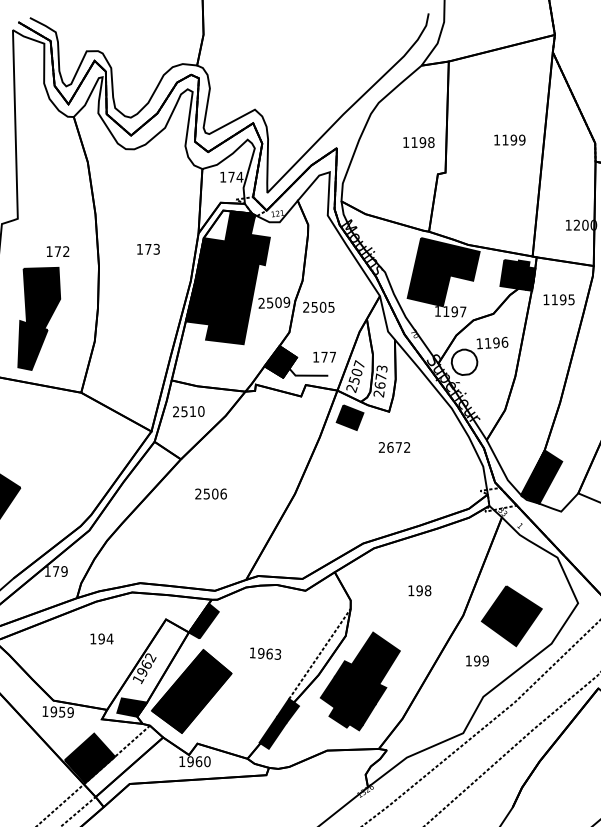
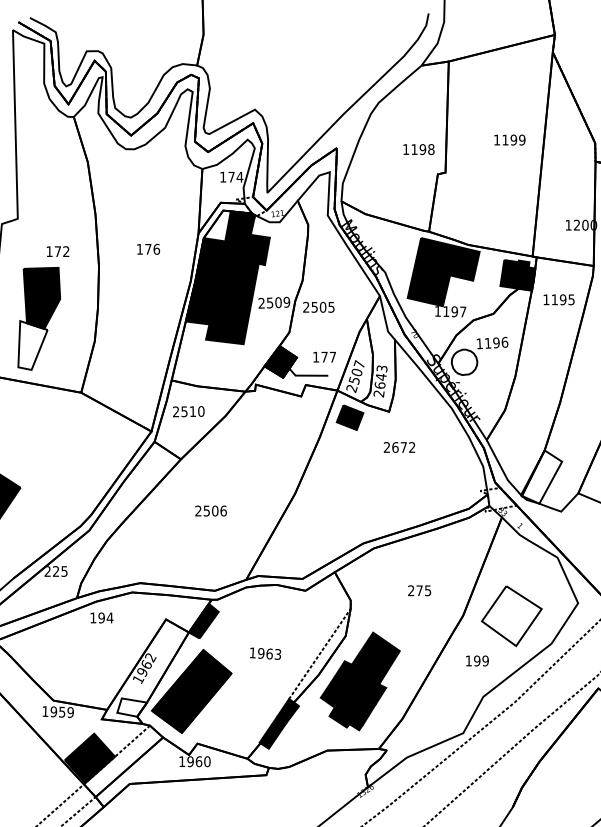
text at (418, 142) position: (418, 142) -> (418, 149)
text at (156, 248): 173 -> 176
fill at (32, 345): present -> none
text at (380, 376): 2673 -> 2643
text at (394, 447) position: (394, 447) -> (399, 447)
fill at (541, 476): present -> none
text at (210, 493) position: (210, 493) -> (210, 510)
text at (55, 571): 179 -> 225
text at (419, 590): 198 -> 275
fill at (511, 616): present -> none
text at (101, 638) position: (101, 638) -> (101, 617)
fill at (132, 707): present -> none
